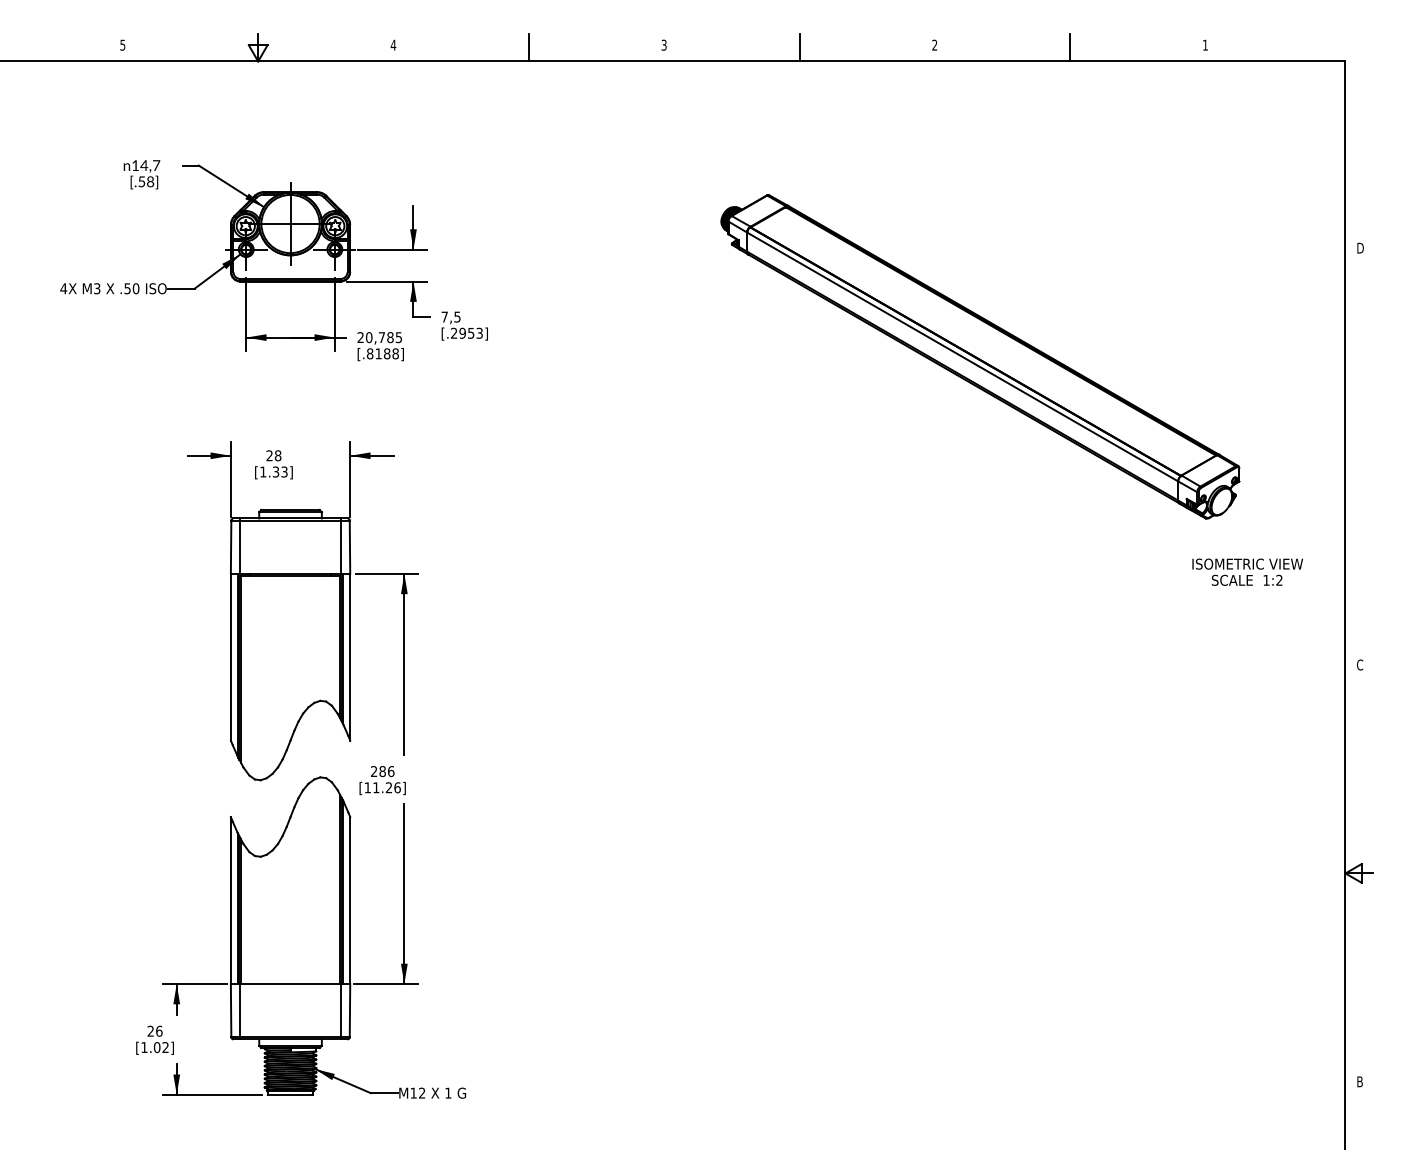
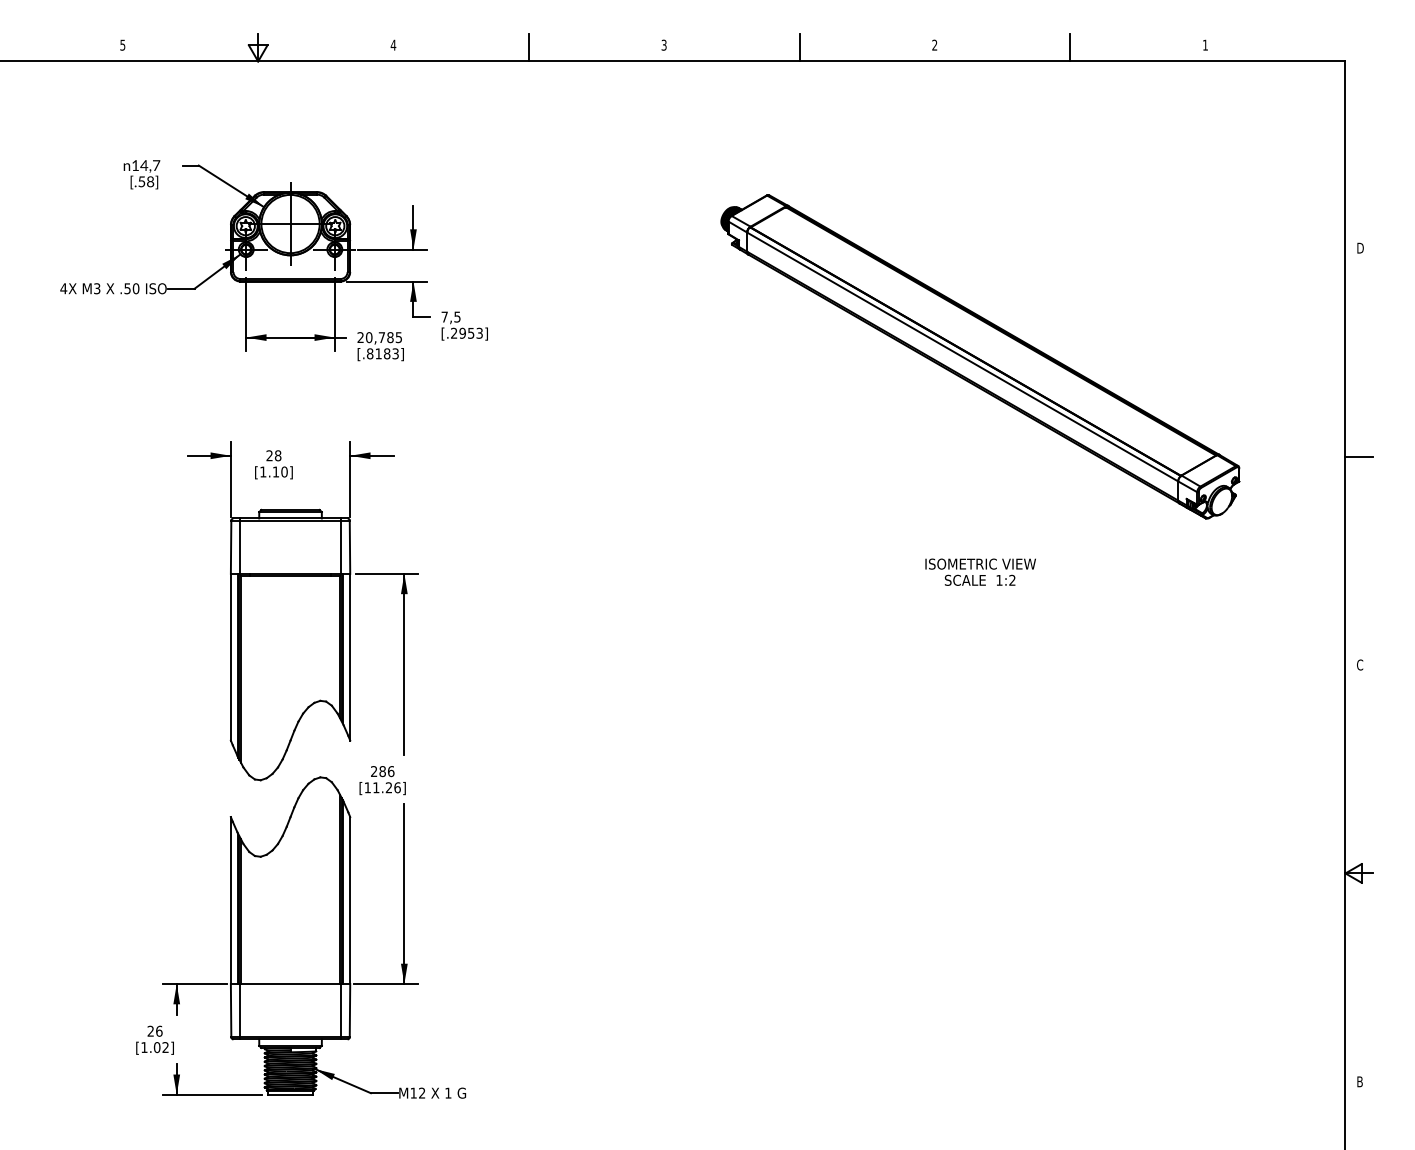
text at (395, 353): [.8188] -> [.8183]
line at (1358, 456): none -> present
text at (279, 471): [1.33] -> [1.10]
text at (1247, 571) position: (1247, 571) -> (980, 571)
